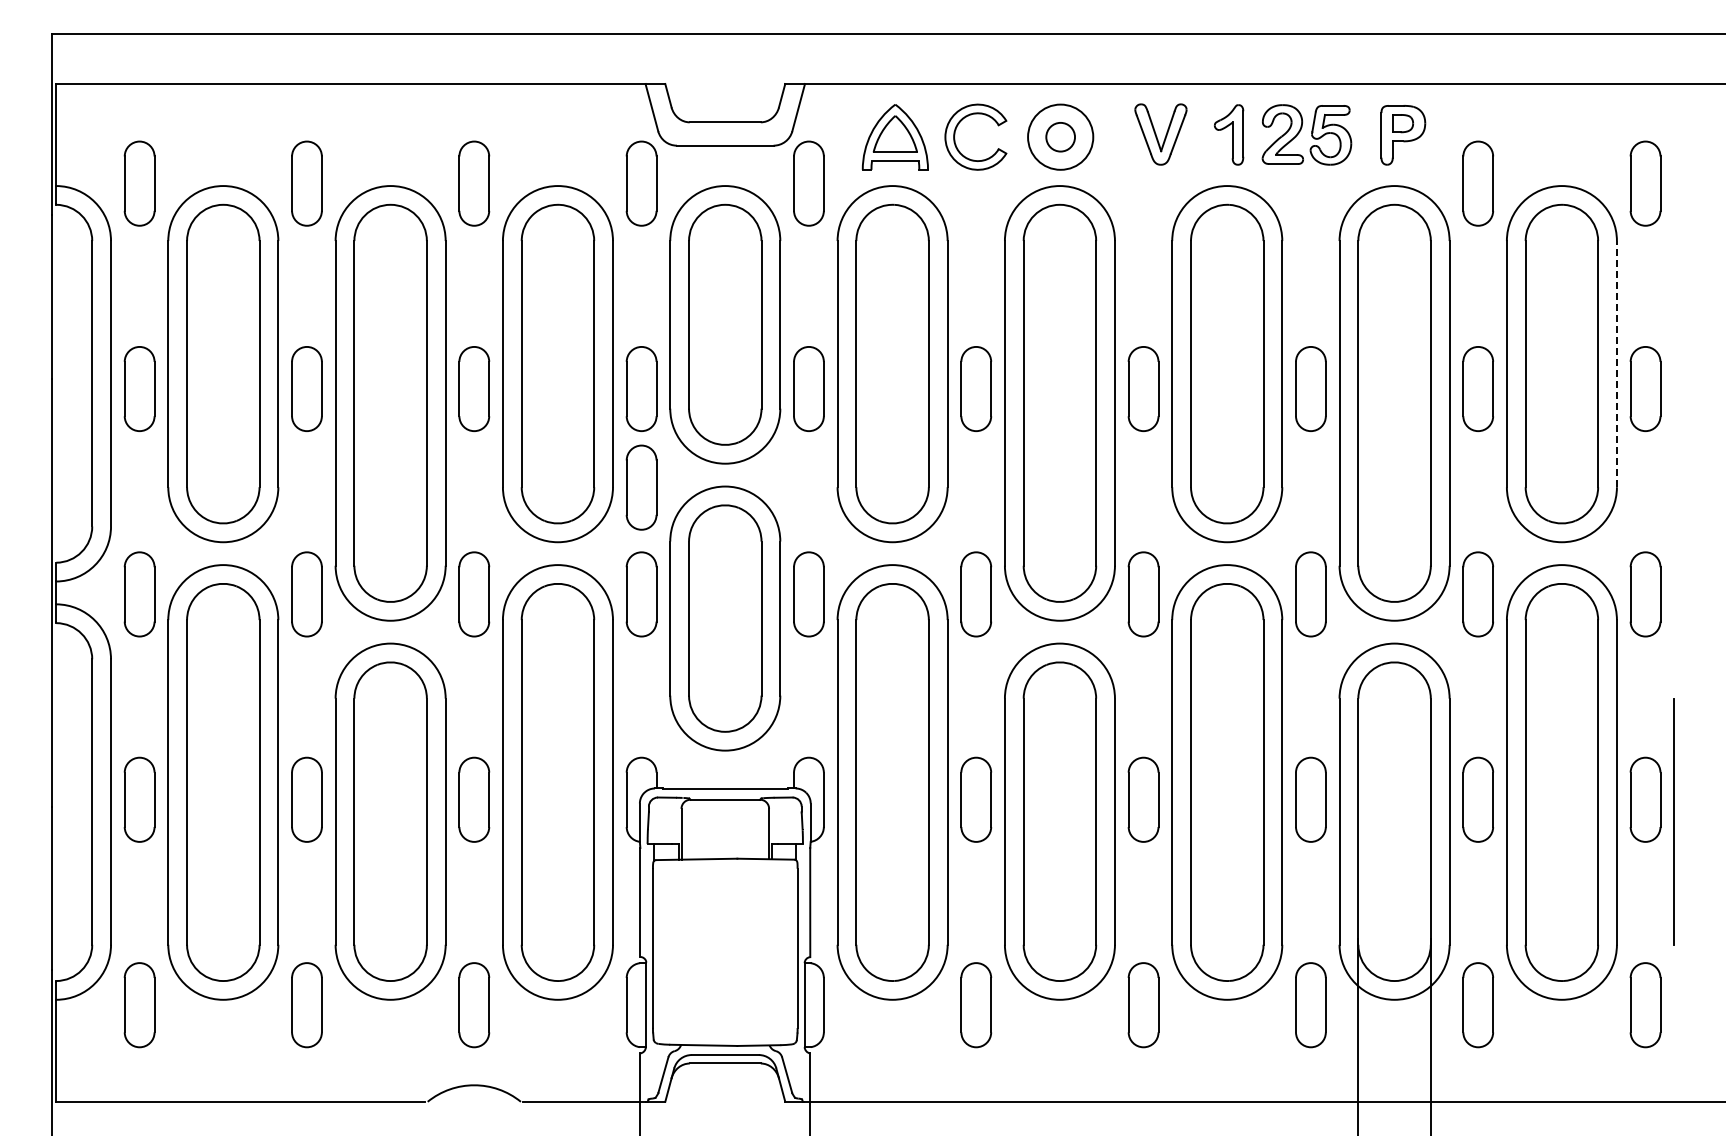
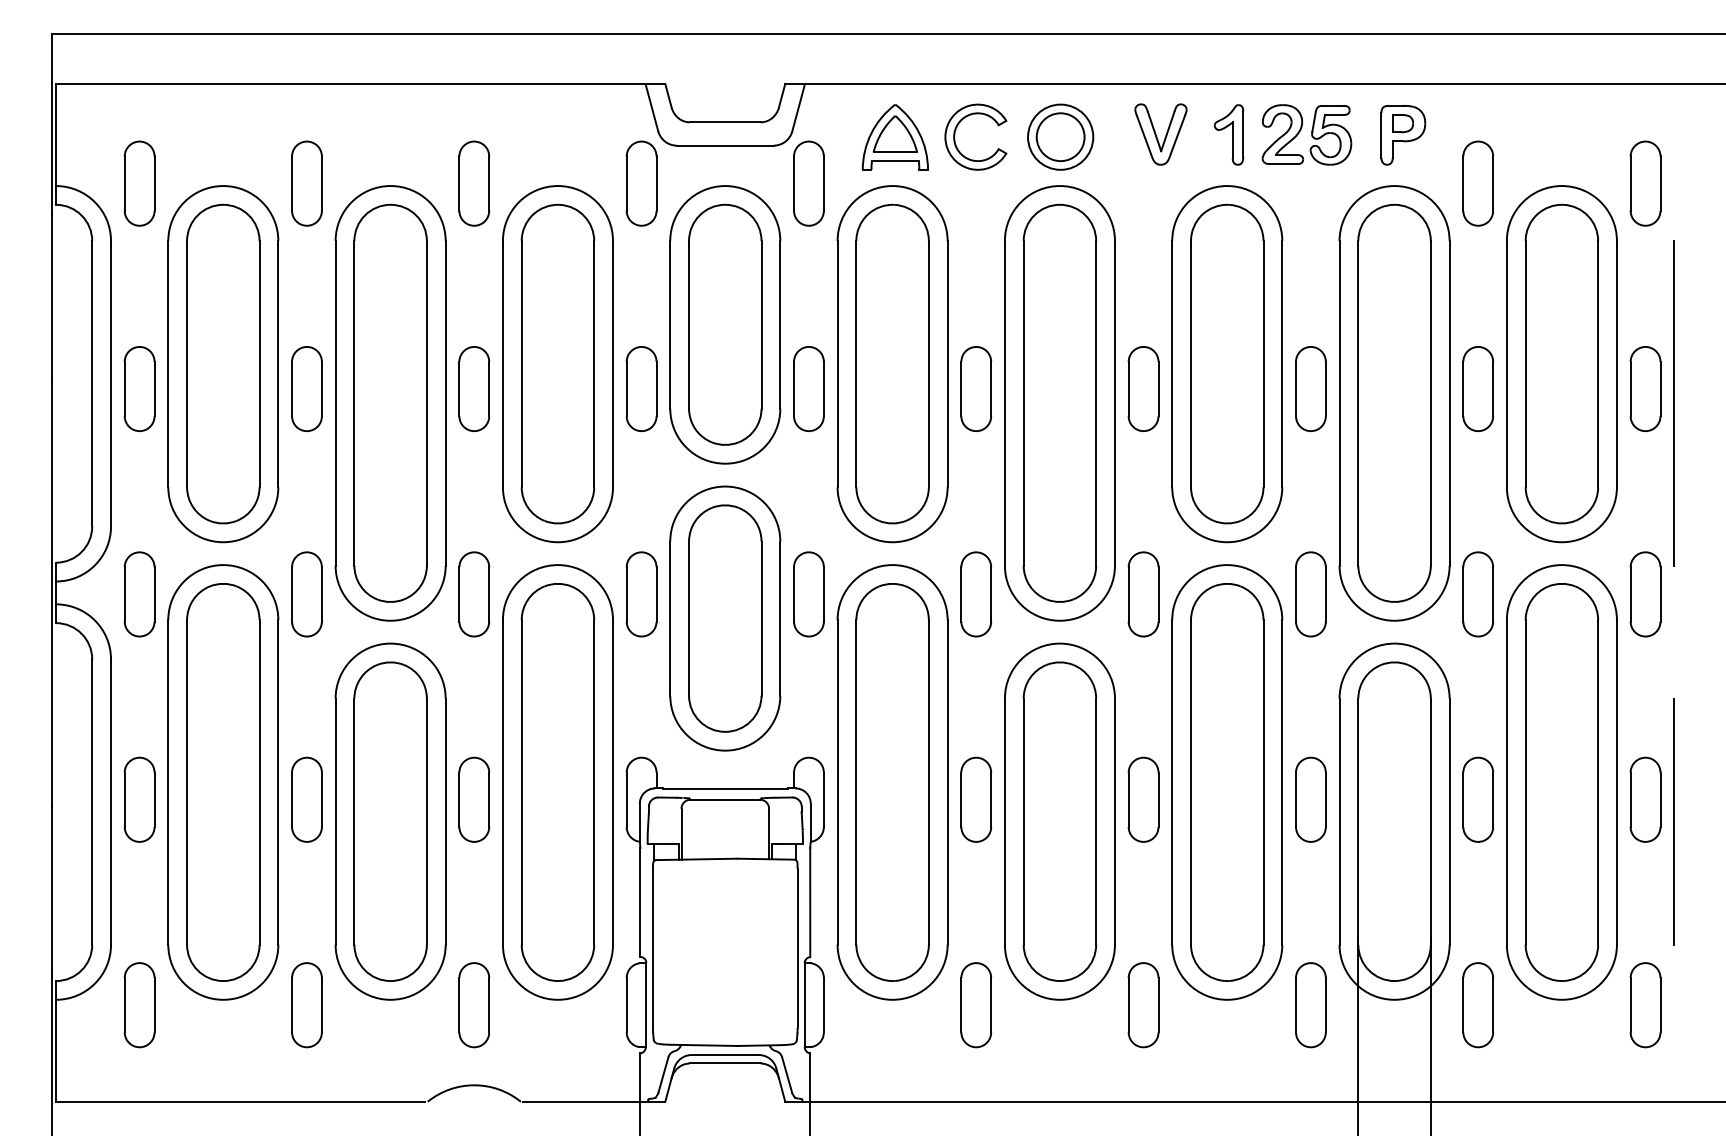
circle at (1060, 136) diameter: 29 px -> 48 px
line at (1616, 363): dashed -> solid
line at (1674, 403): none -> present
part at (641, 487): present -> none
